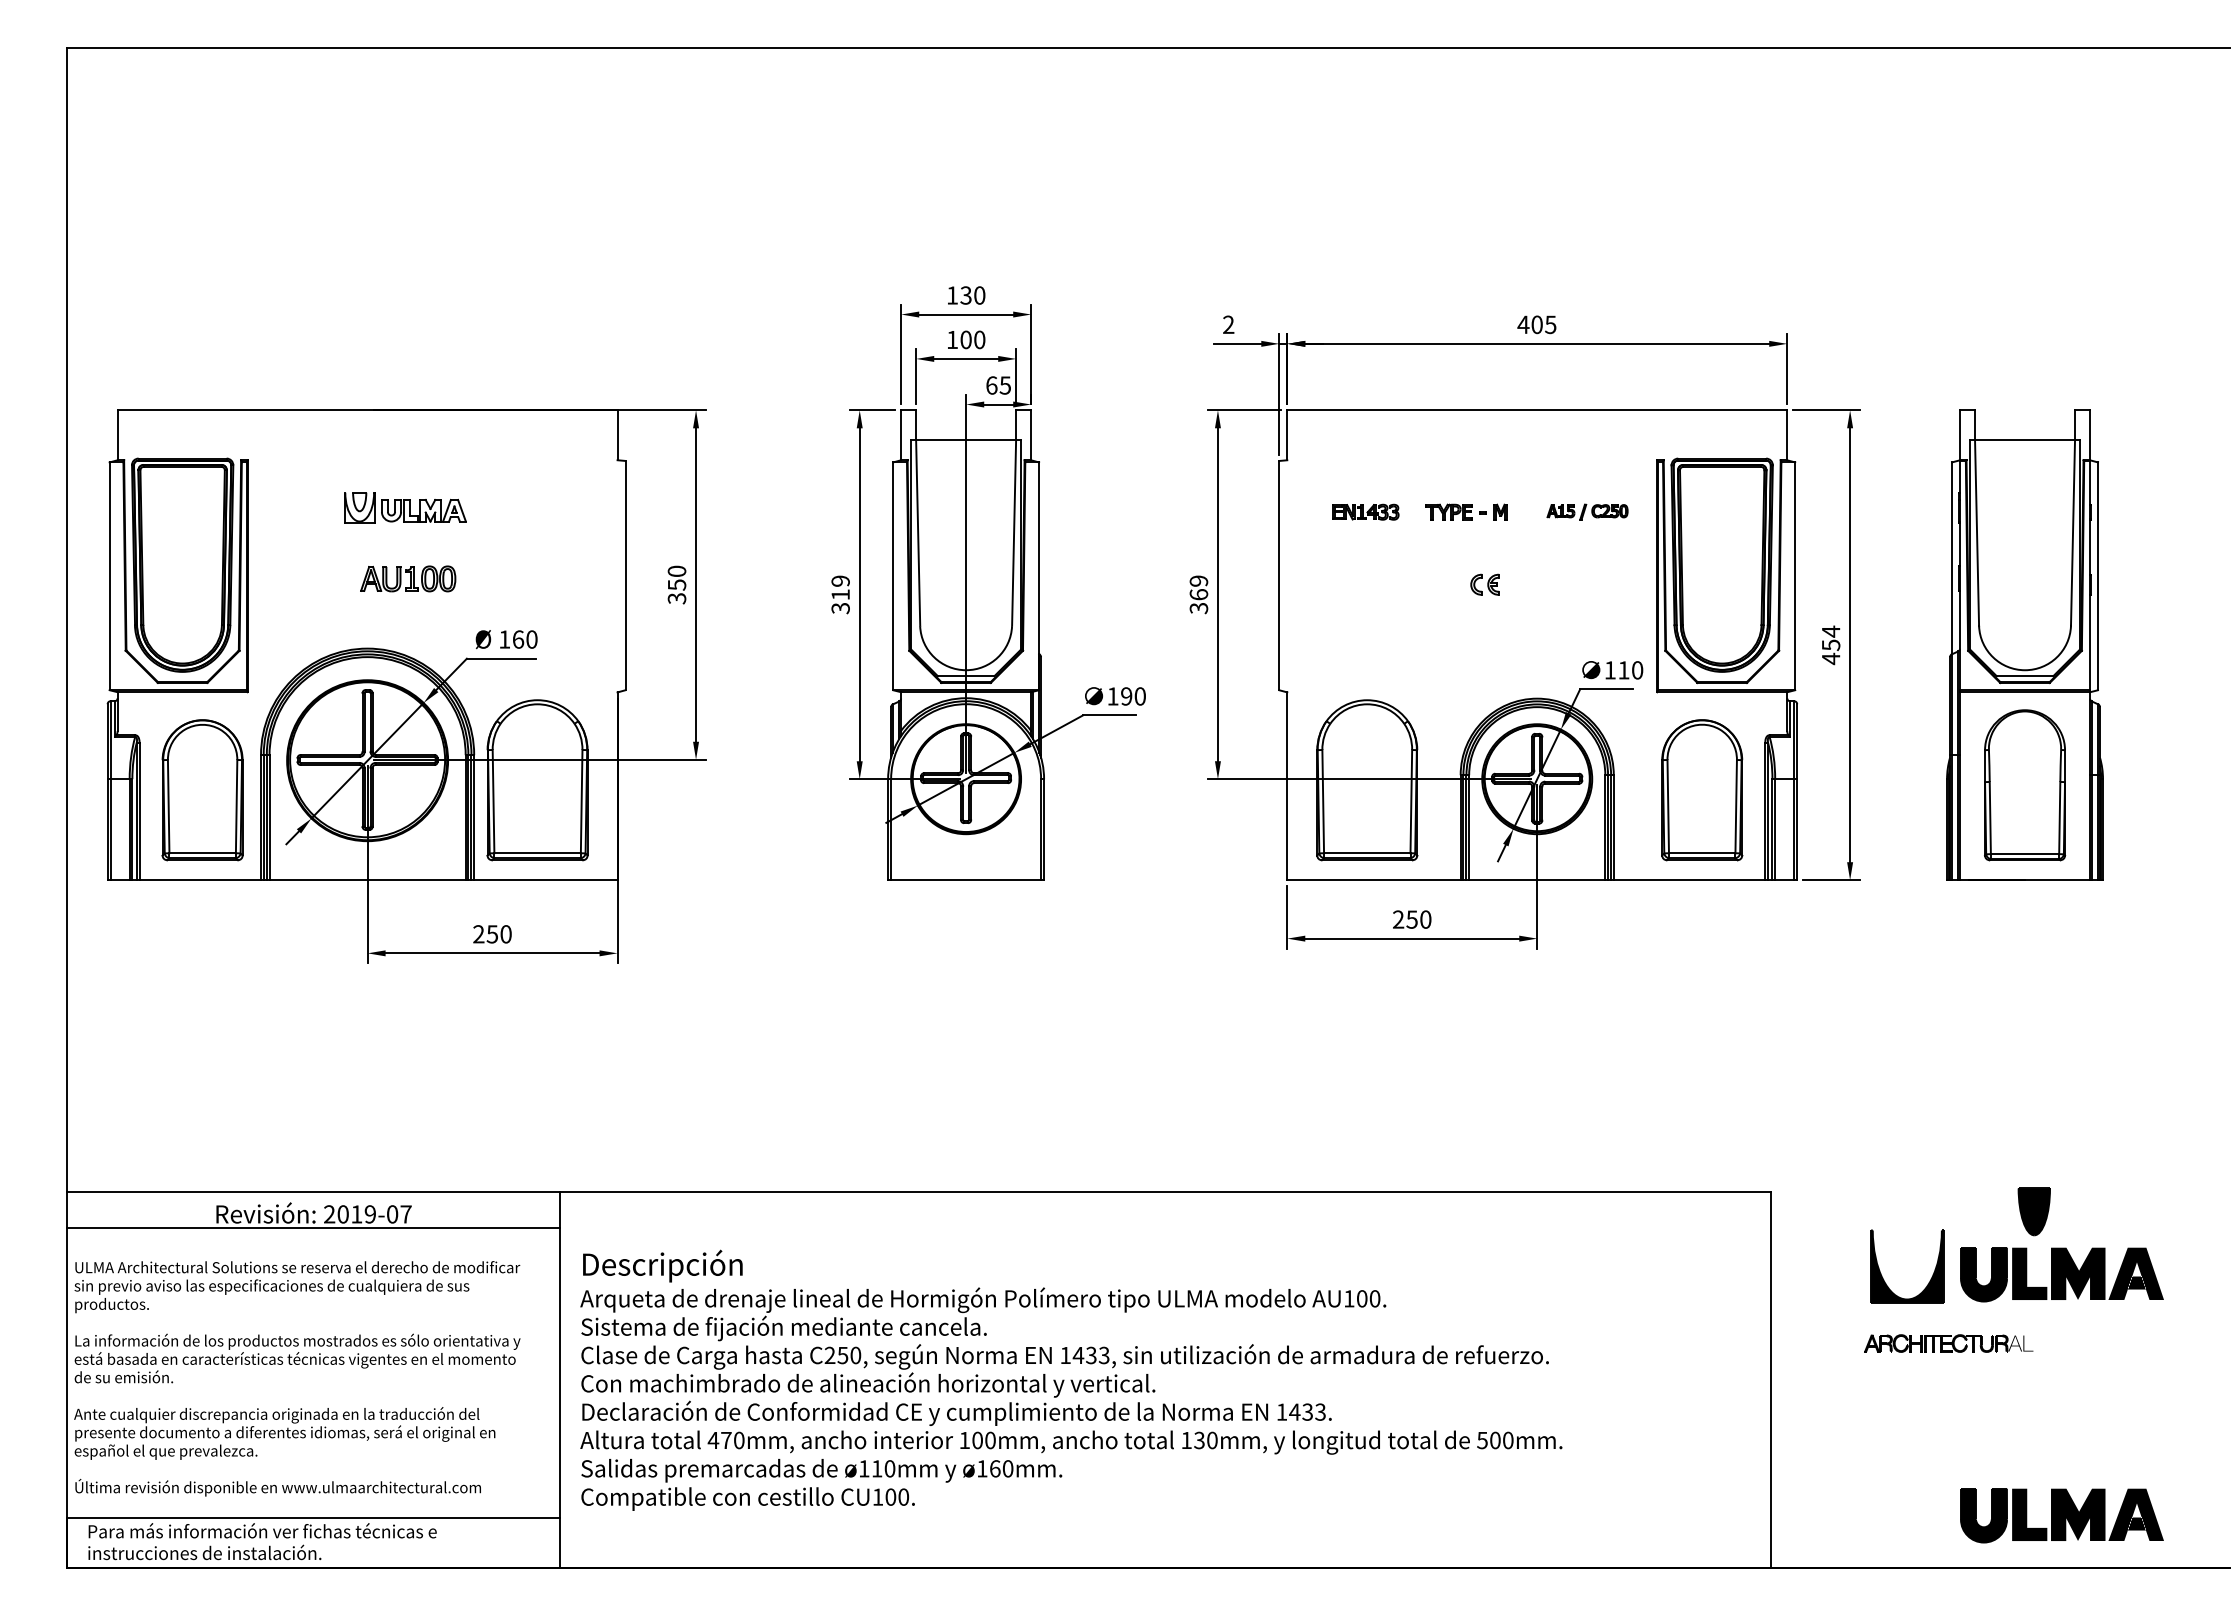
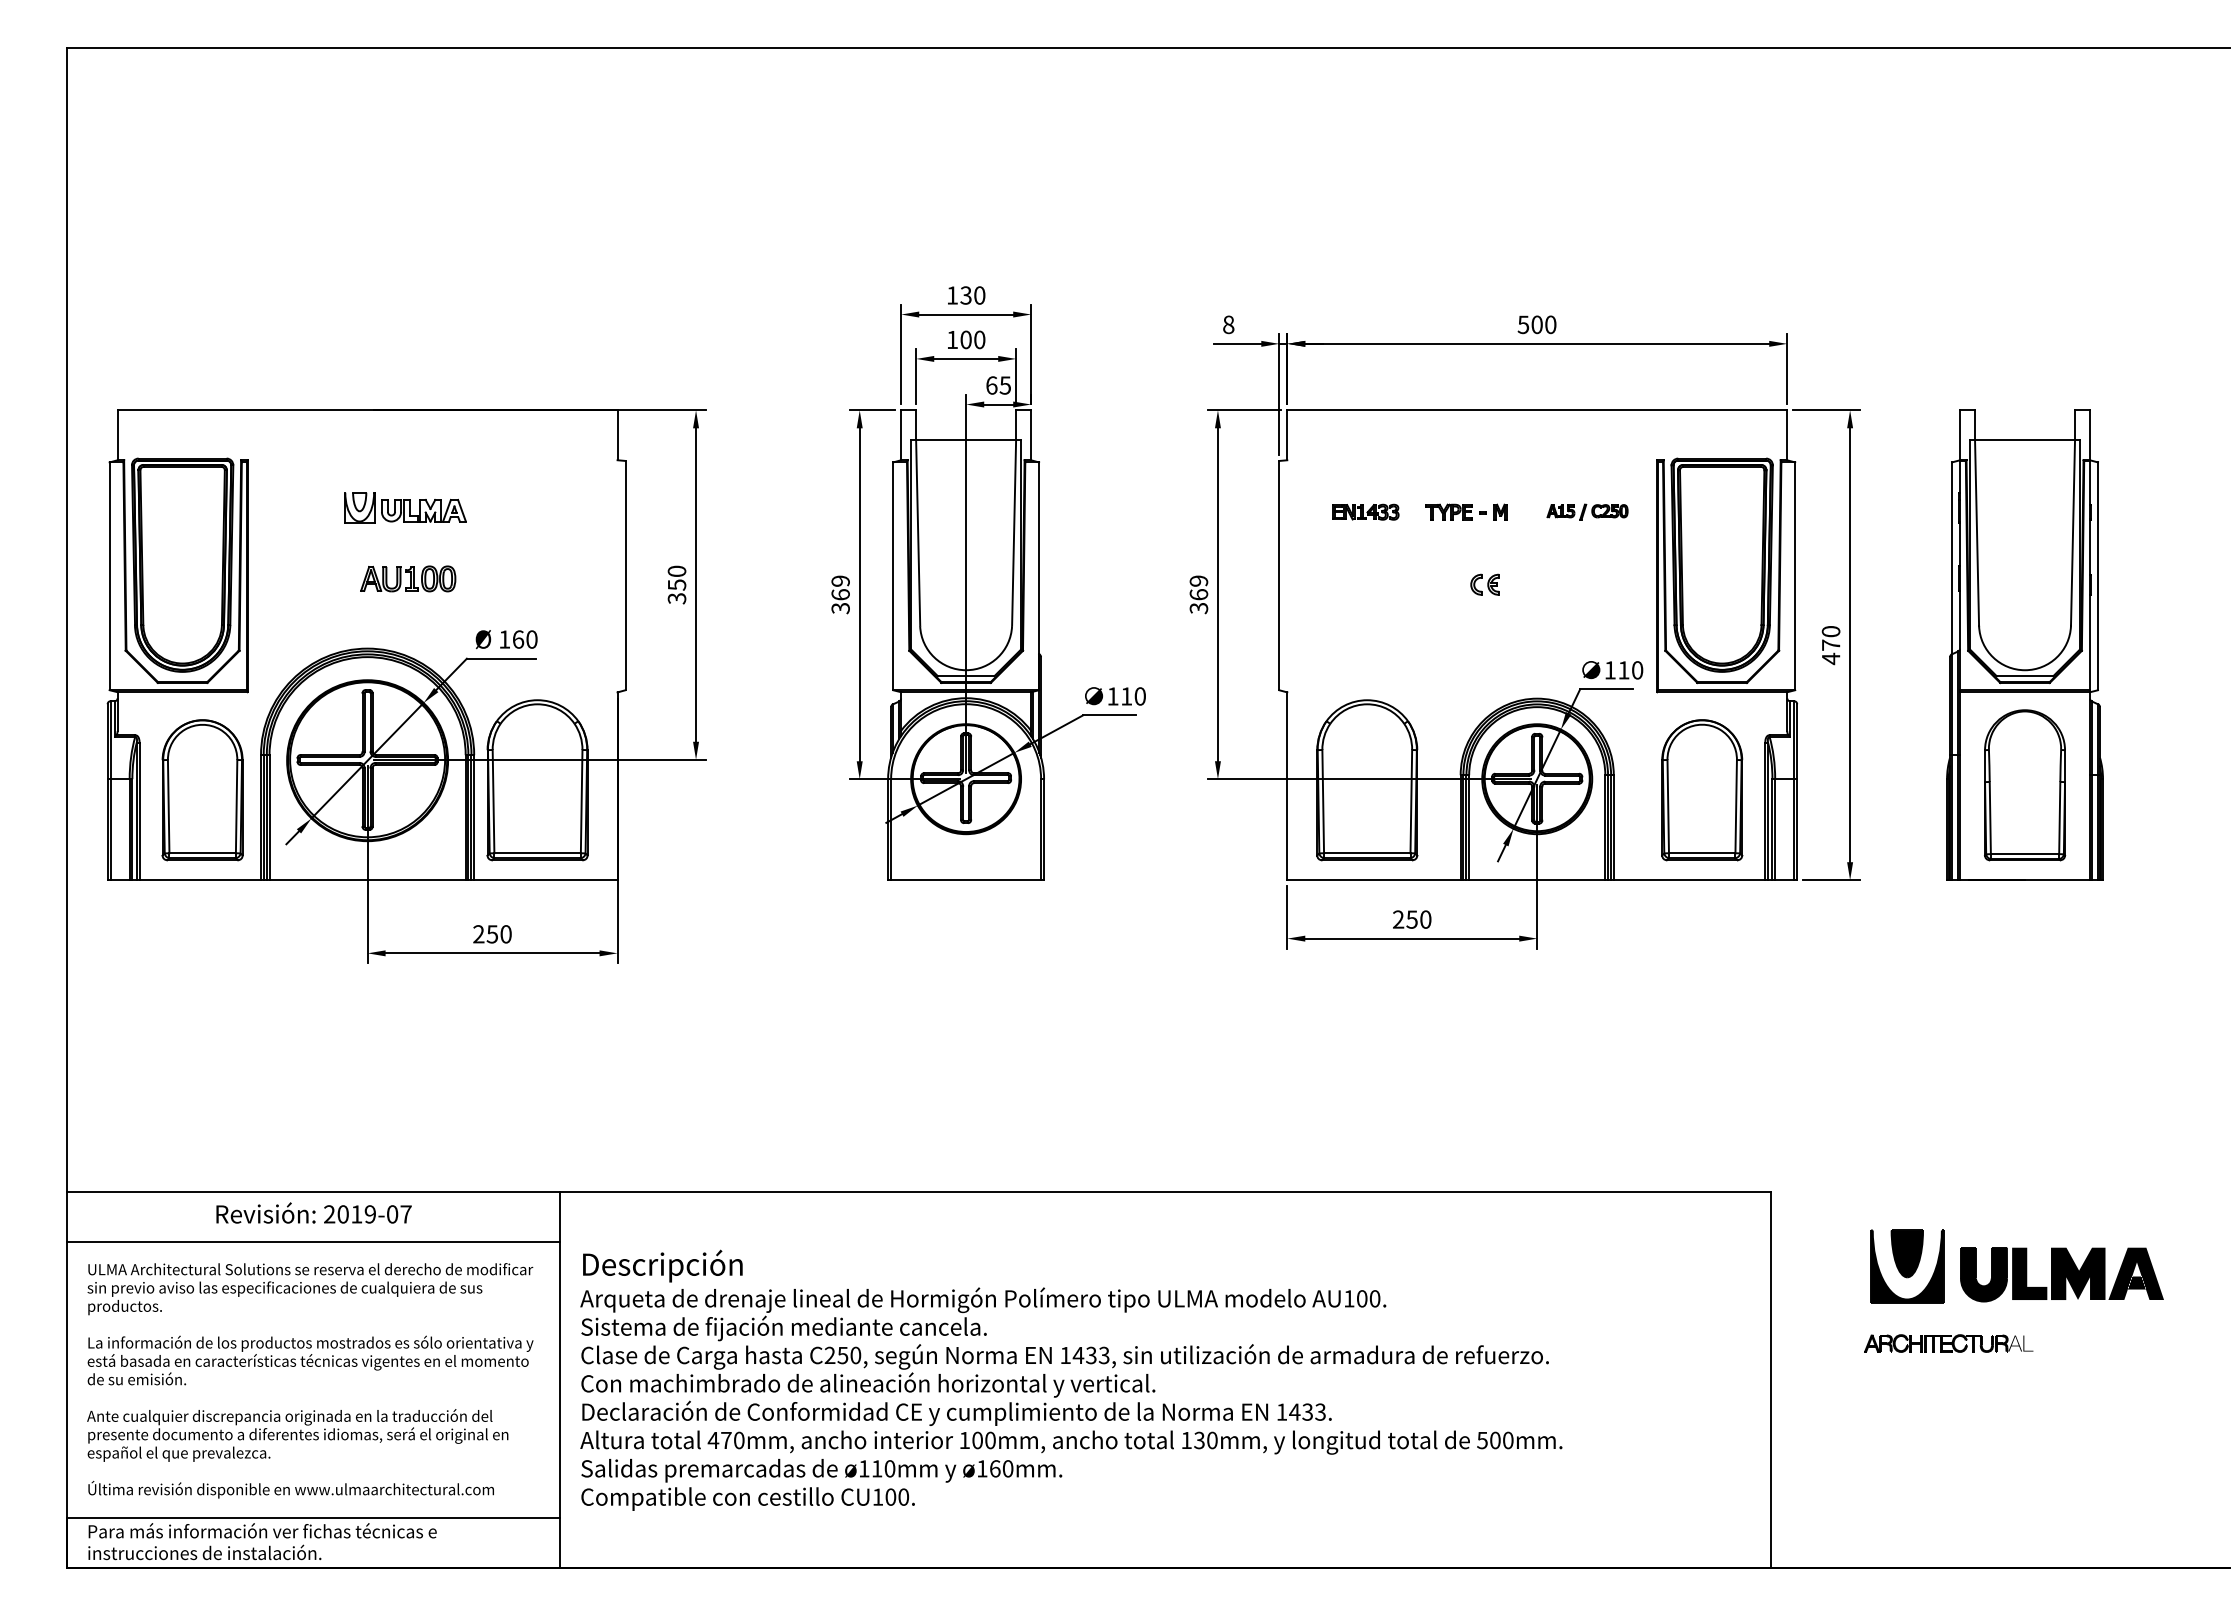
text at (1228, 324): 2 -> 8
text at (1536, 324): 405 -> 500
text at (840, 594): 319 -> 369
text at (1830, 637): 454 -> 470
text at (1126, 696): 190 -> 110
part at (2033, 1211) position: (2033, 1211) -> (1906, 1253)
line at (313, 1227) position: (313, 1227) -> (313, 1241)
text at (297, 1378) position: (297, 1378) -> (310, 1380)
part at (2061, 1515): present -> none
